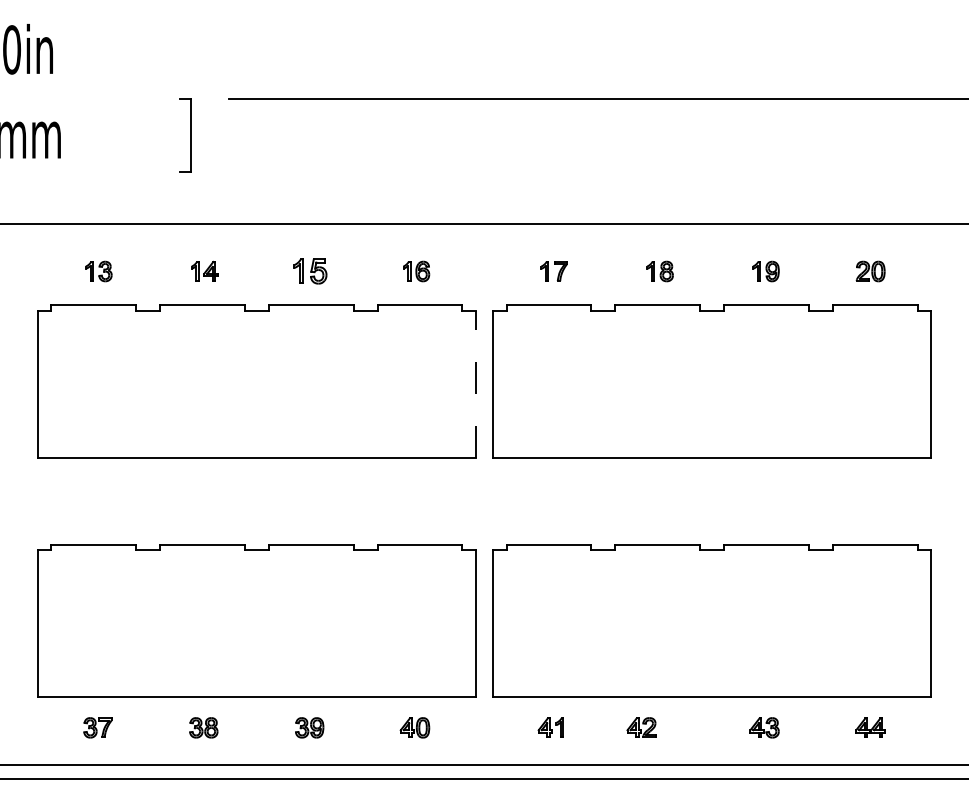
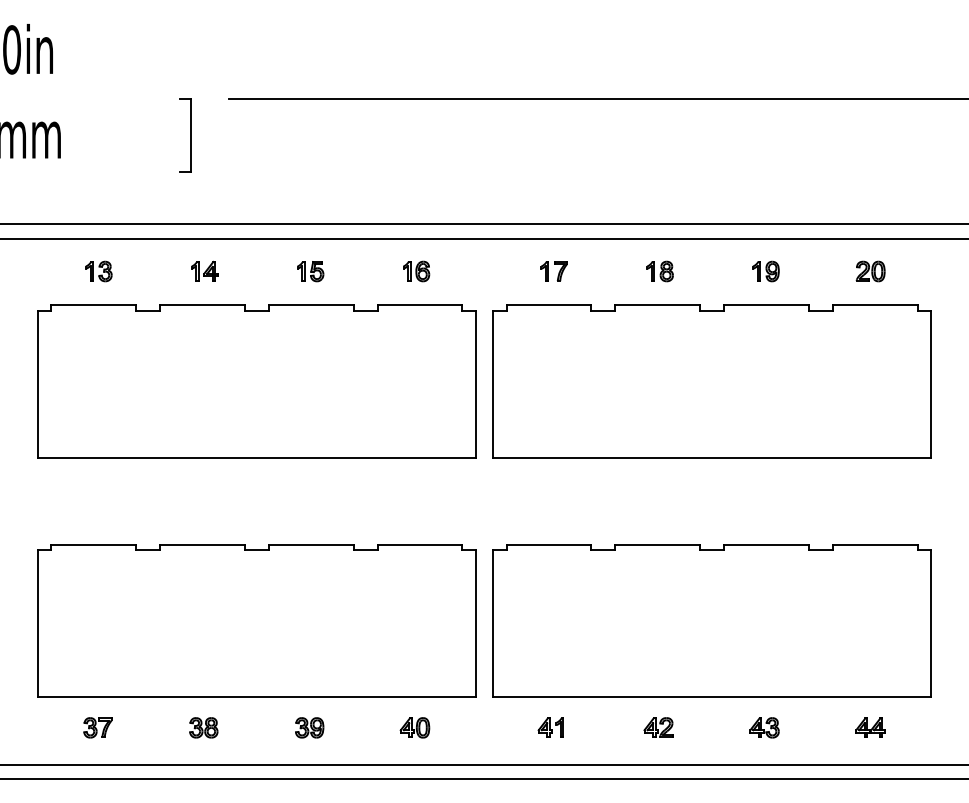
line at (483, 238): none -> present
part at (310, 271) size: 35x27 px -> 28x22 px
line at (475, 384): dashed -> solid
part at (641, 727) position: (641, 727) -> (658, 727)
